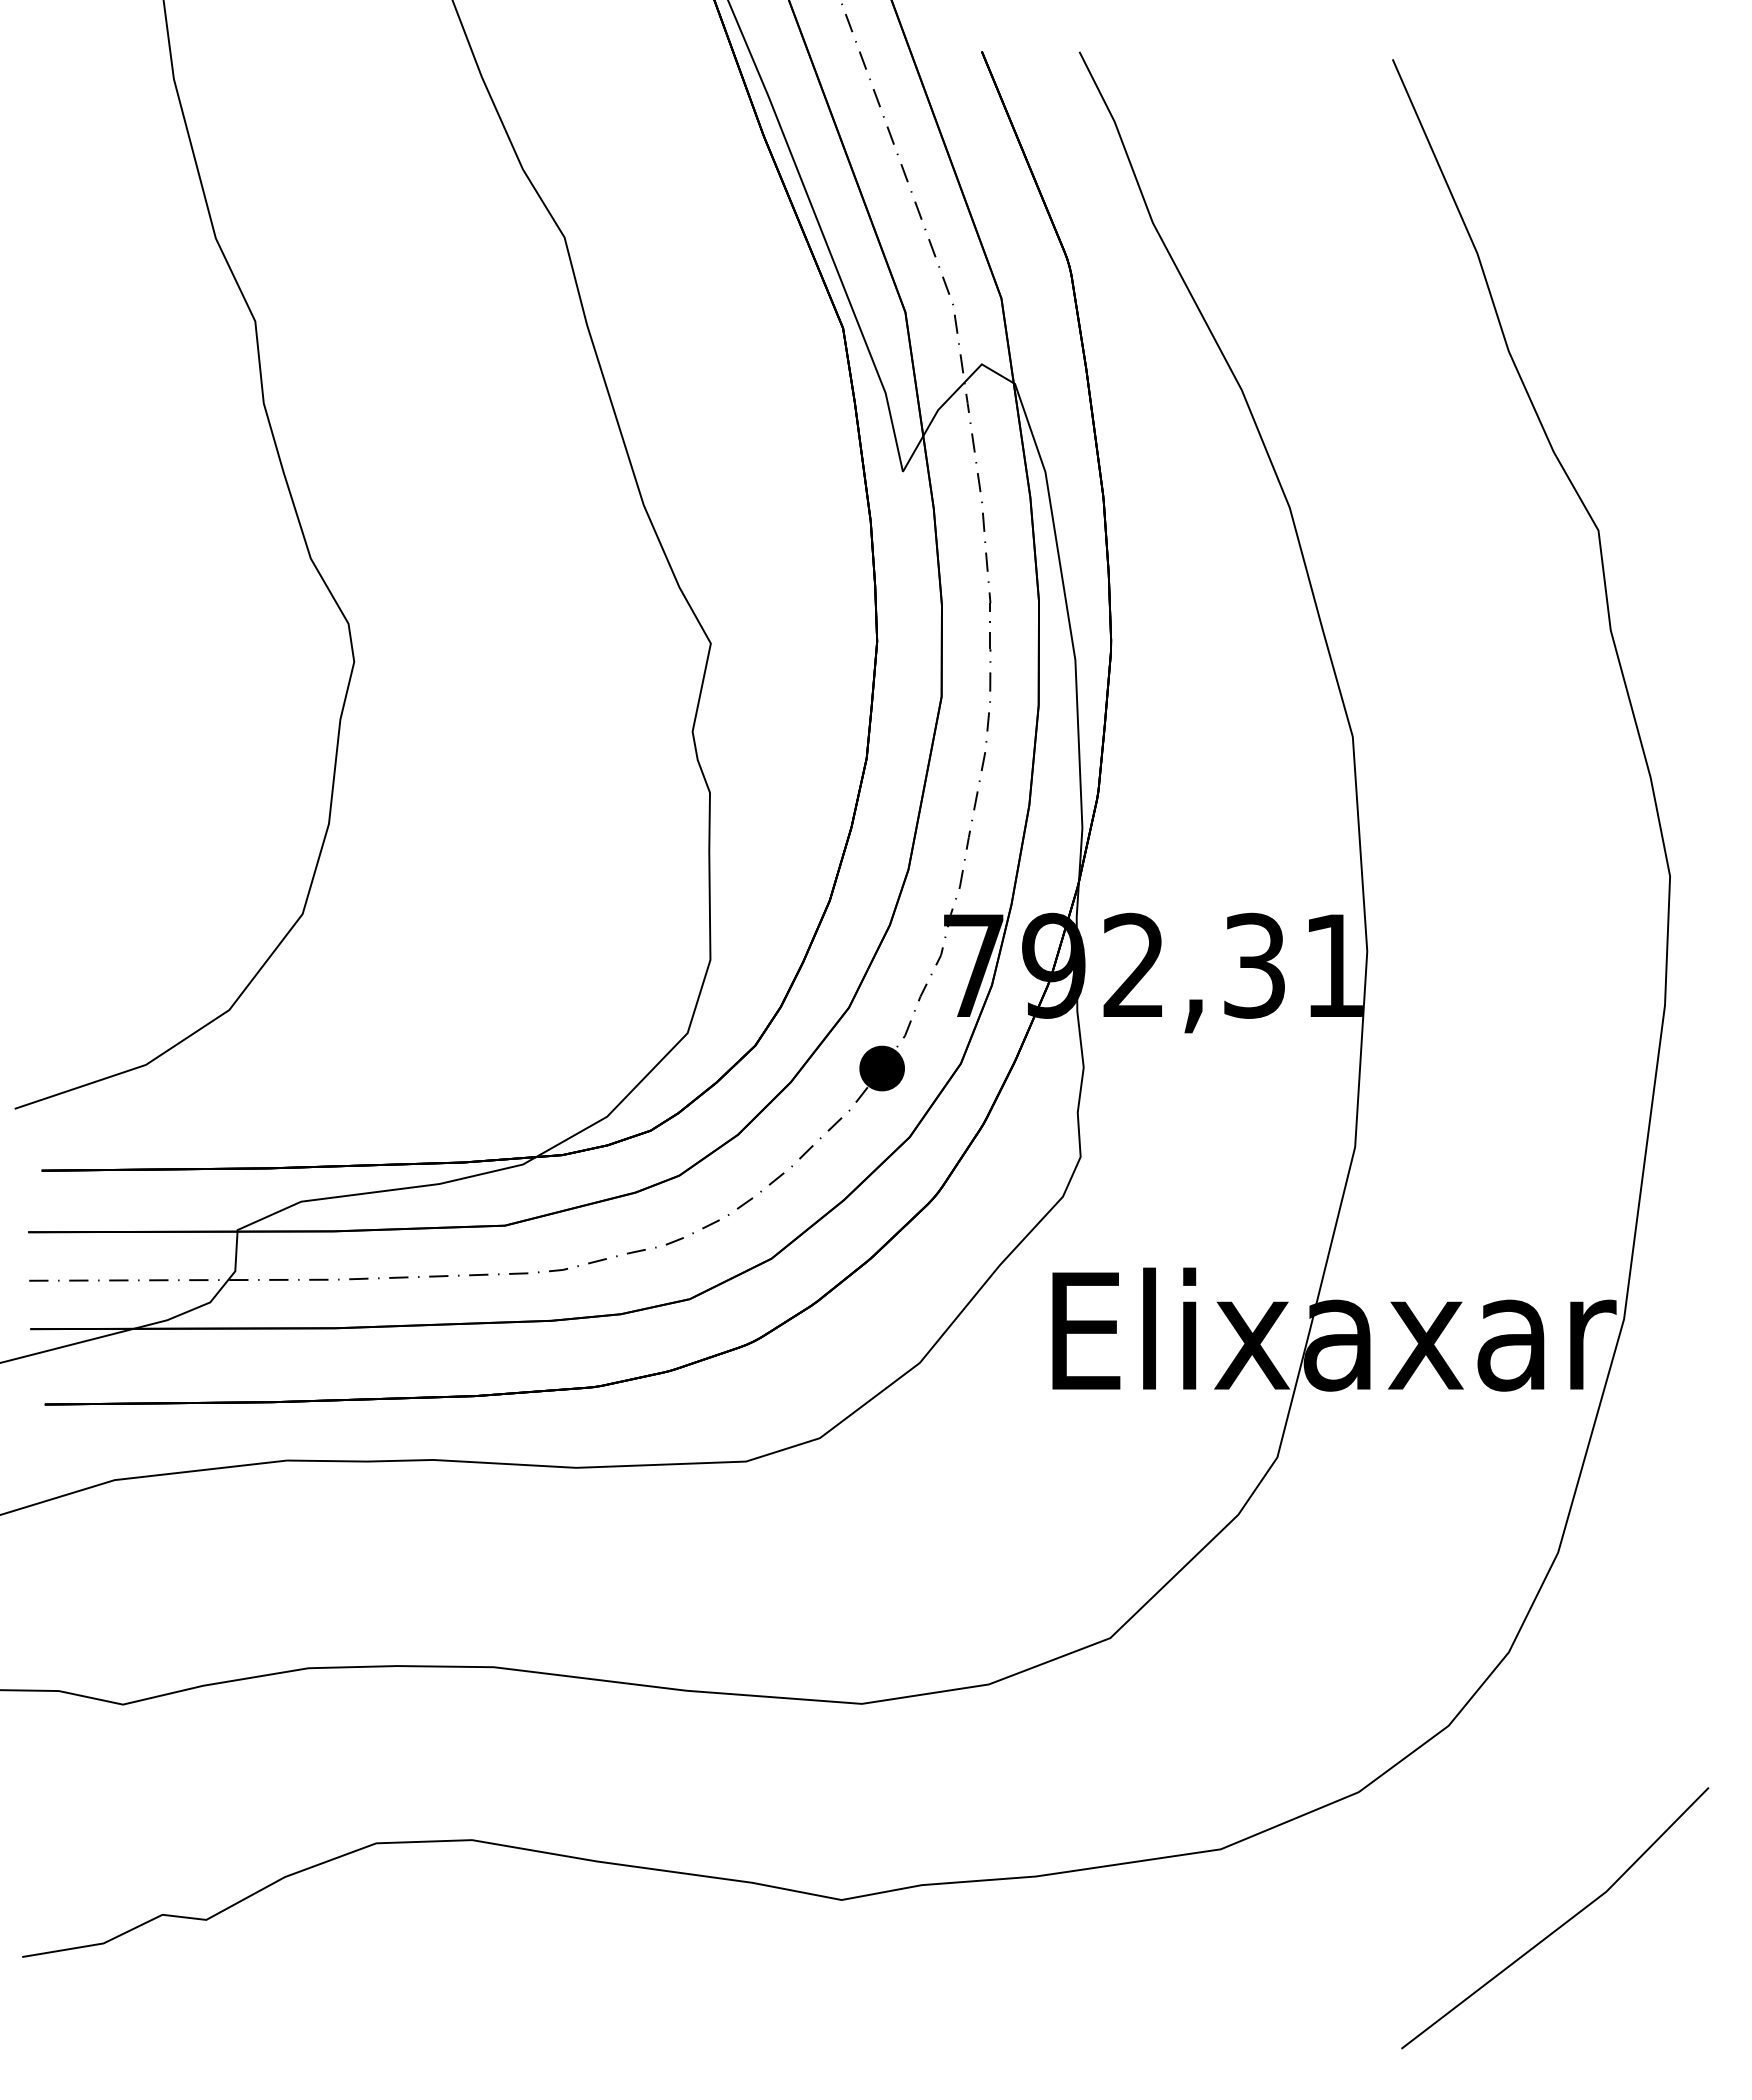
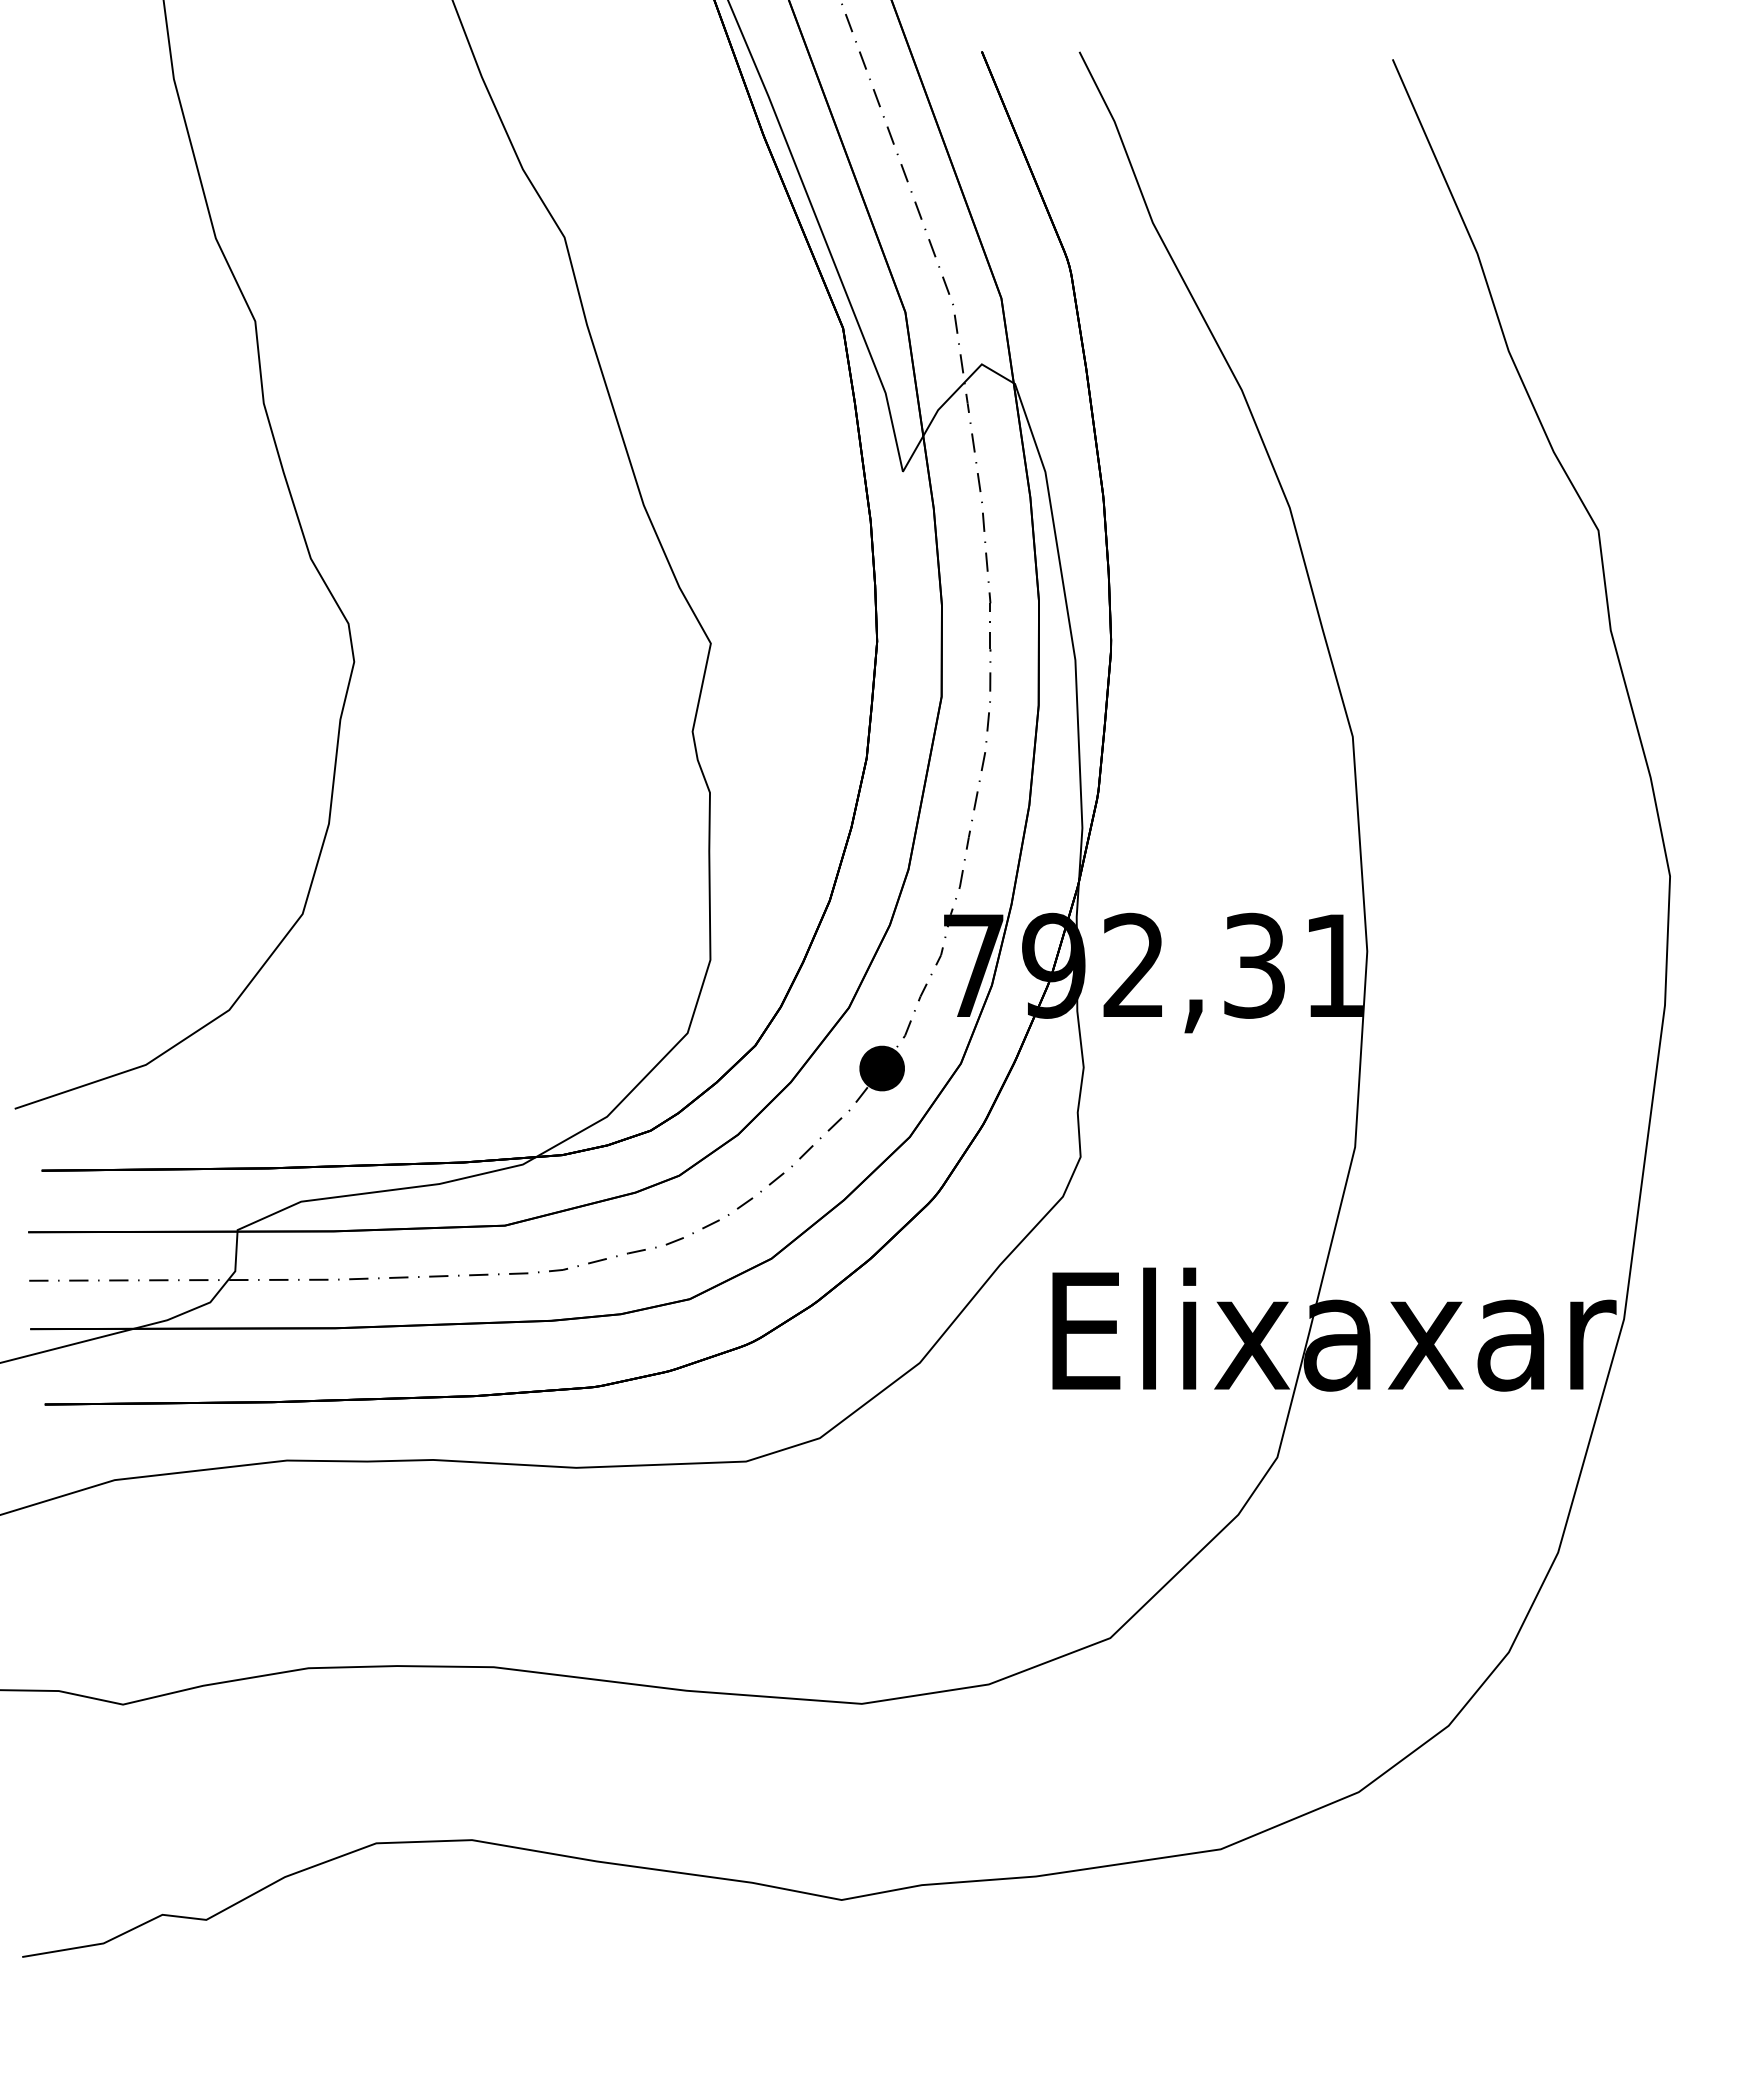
line at (1561, 1924): present -> none
